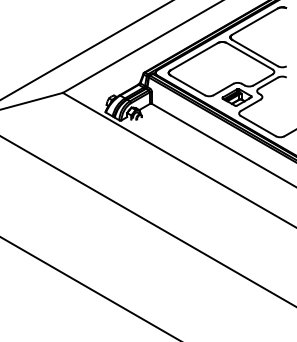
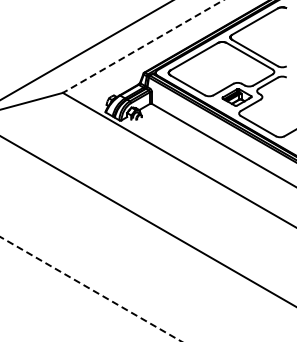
line at (143, 46): solid -> dashed
line at (91, 289): solid -> dashed
